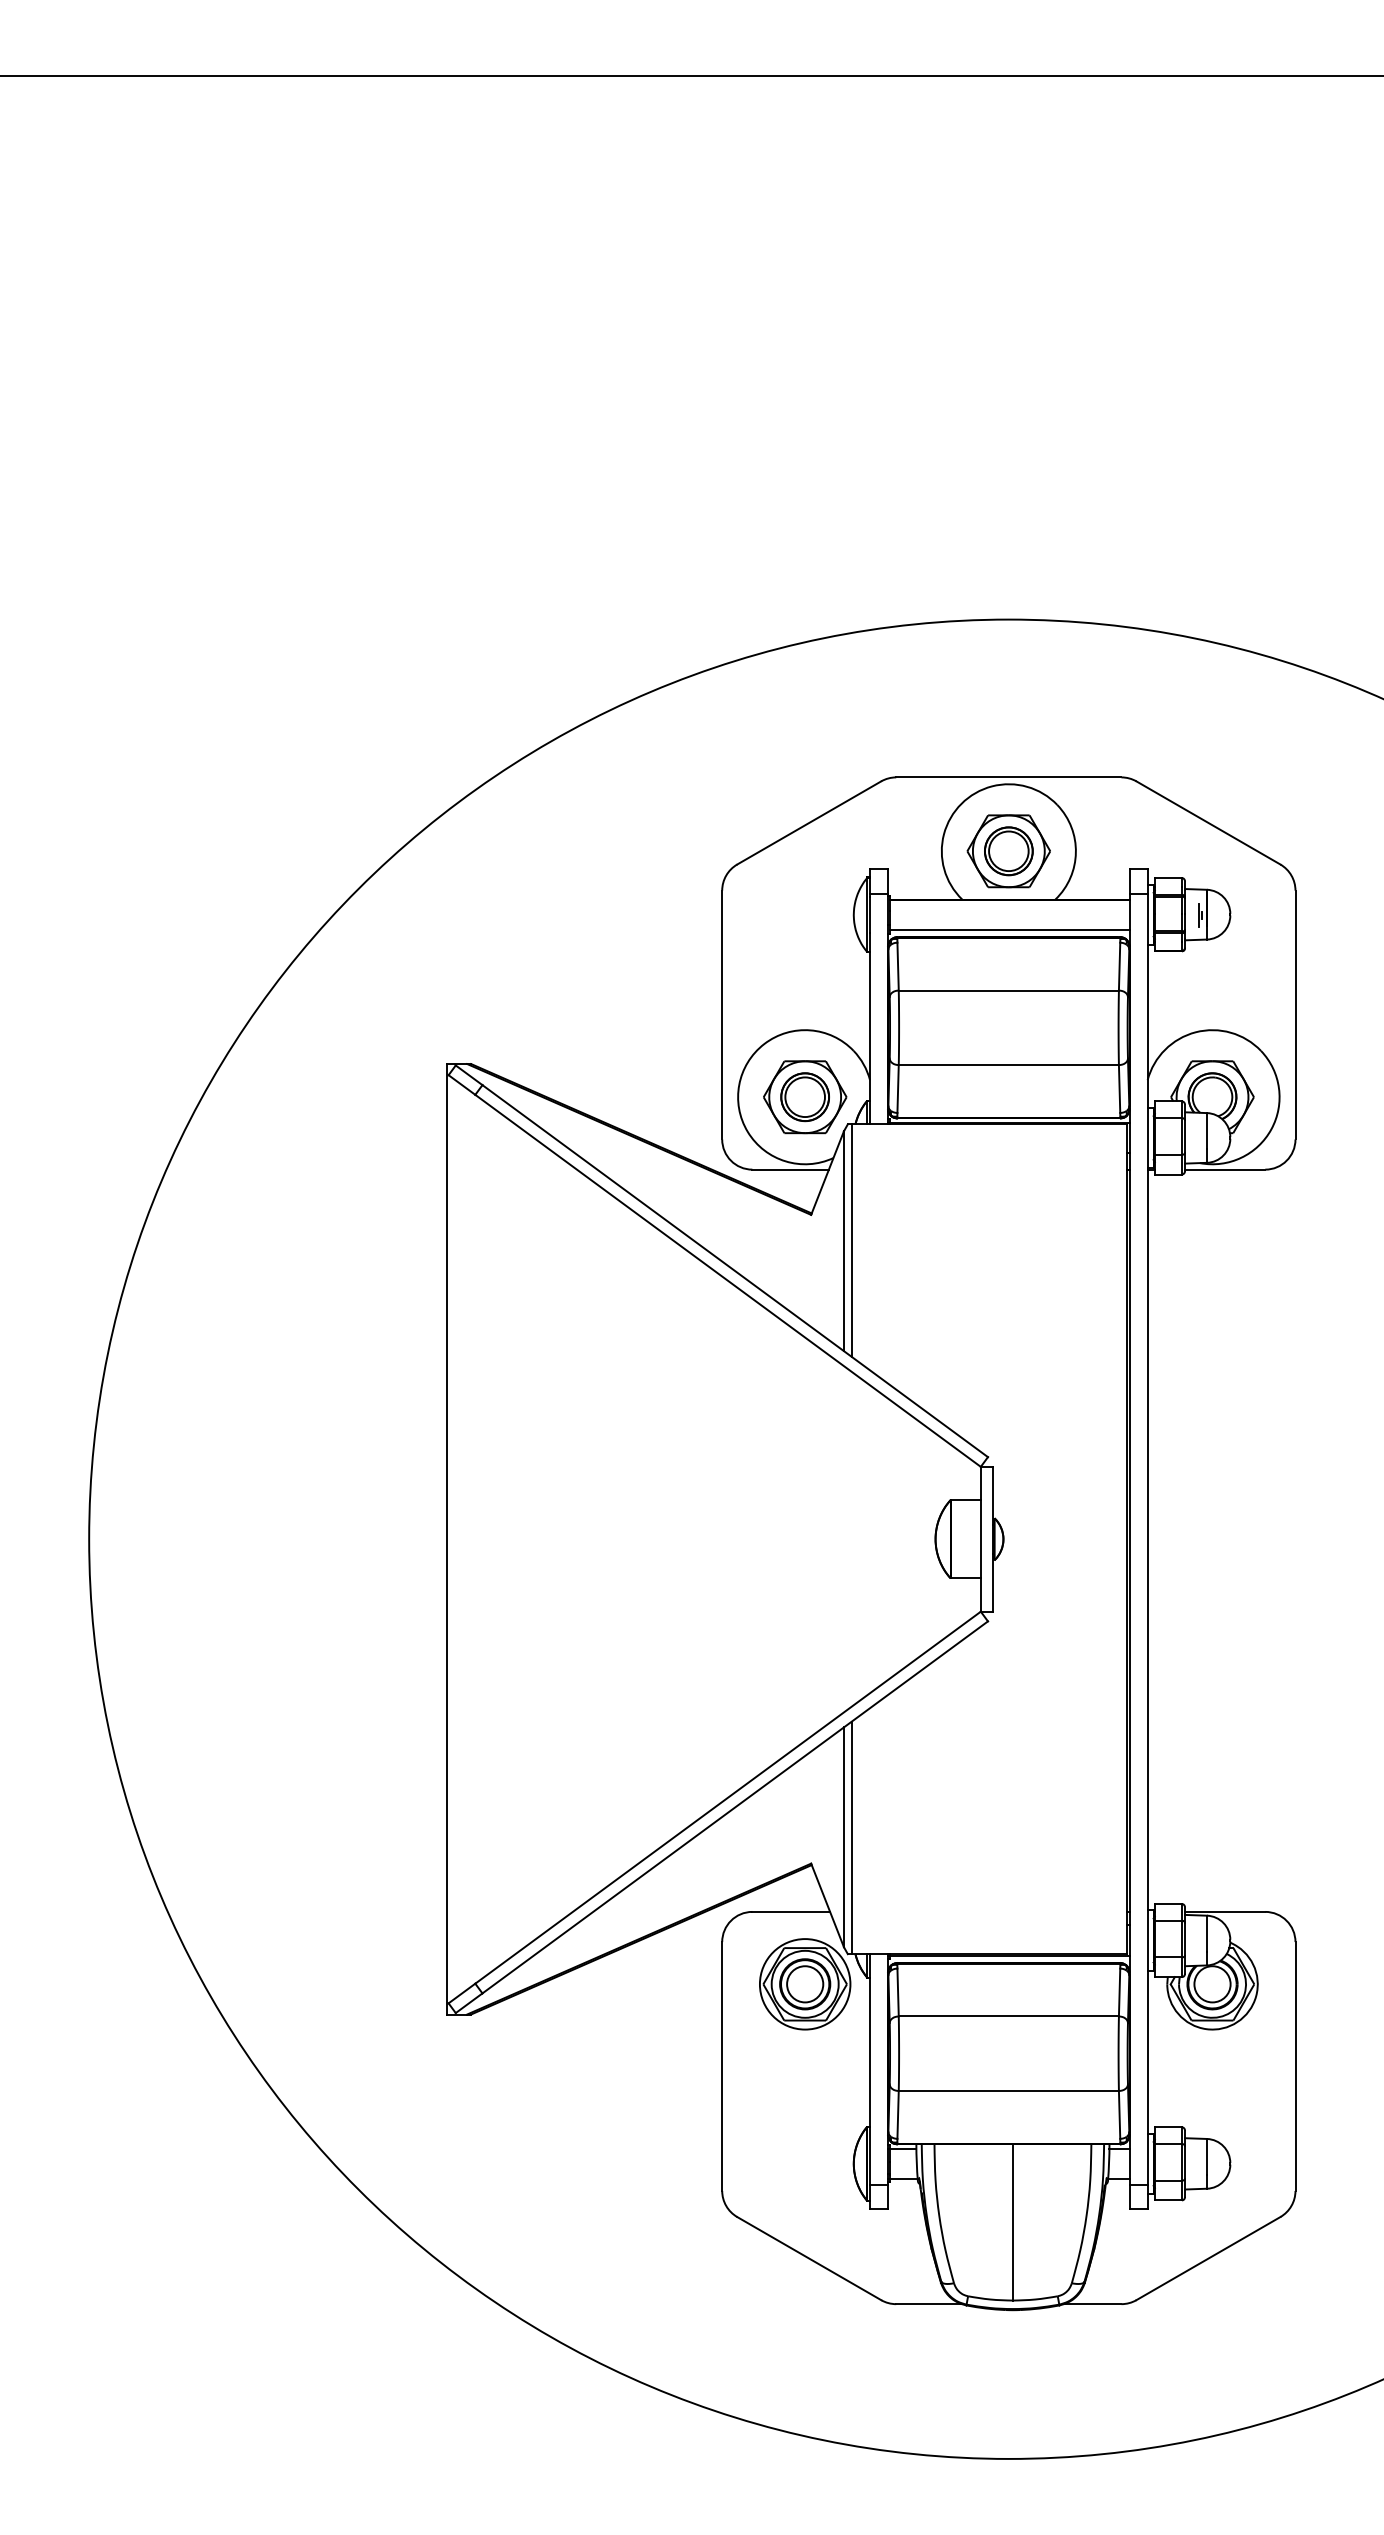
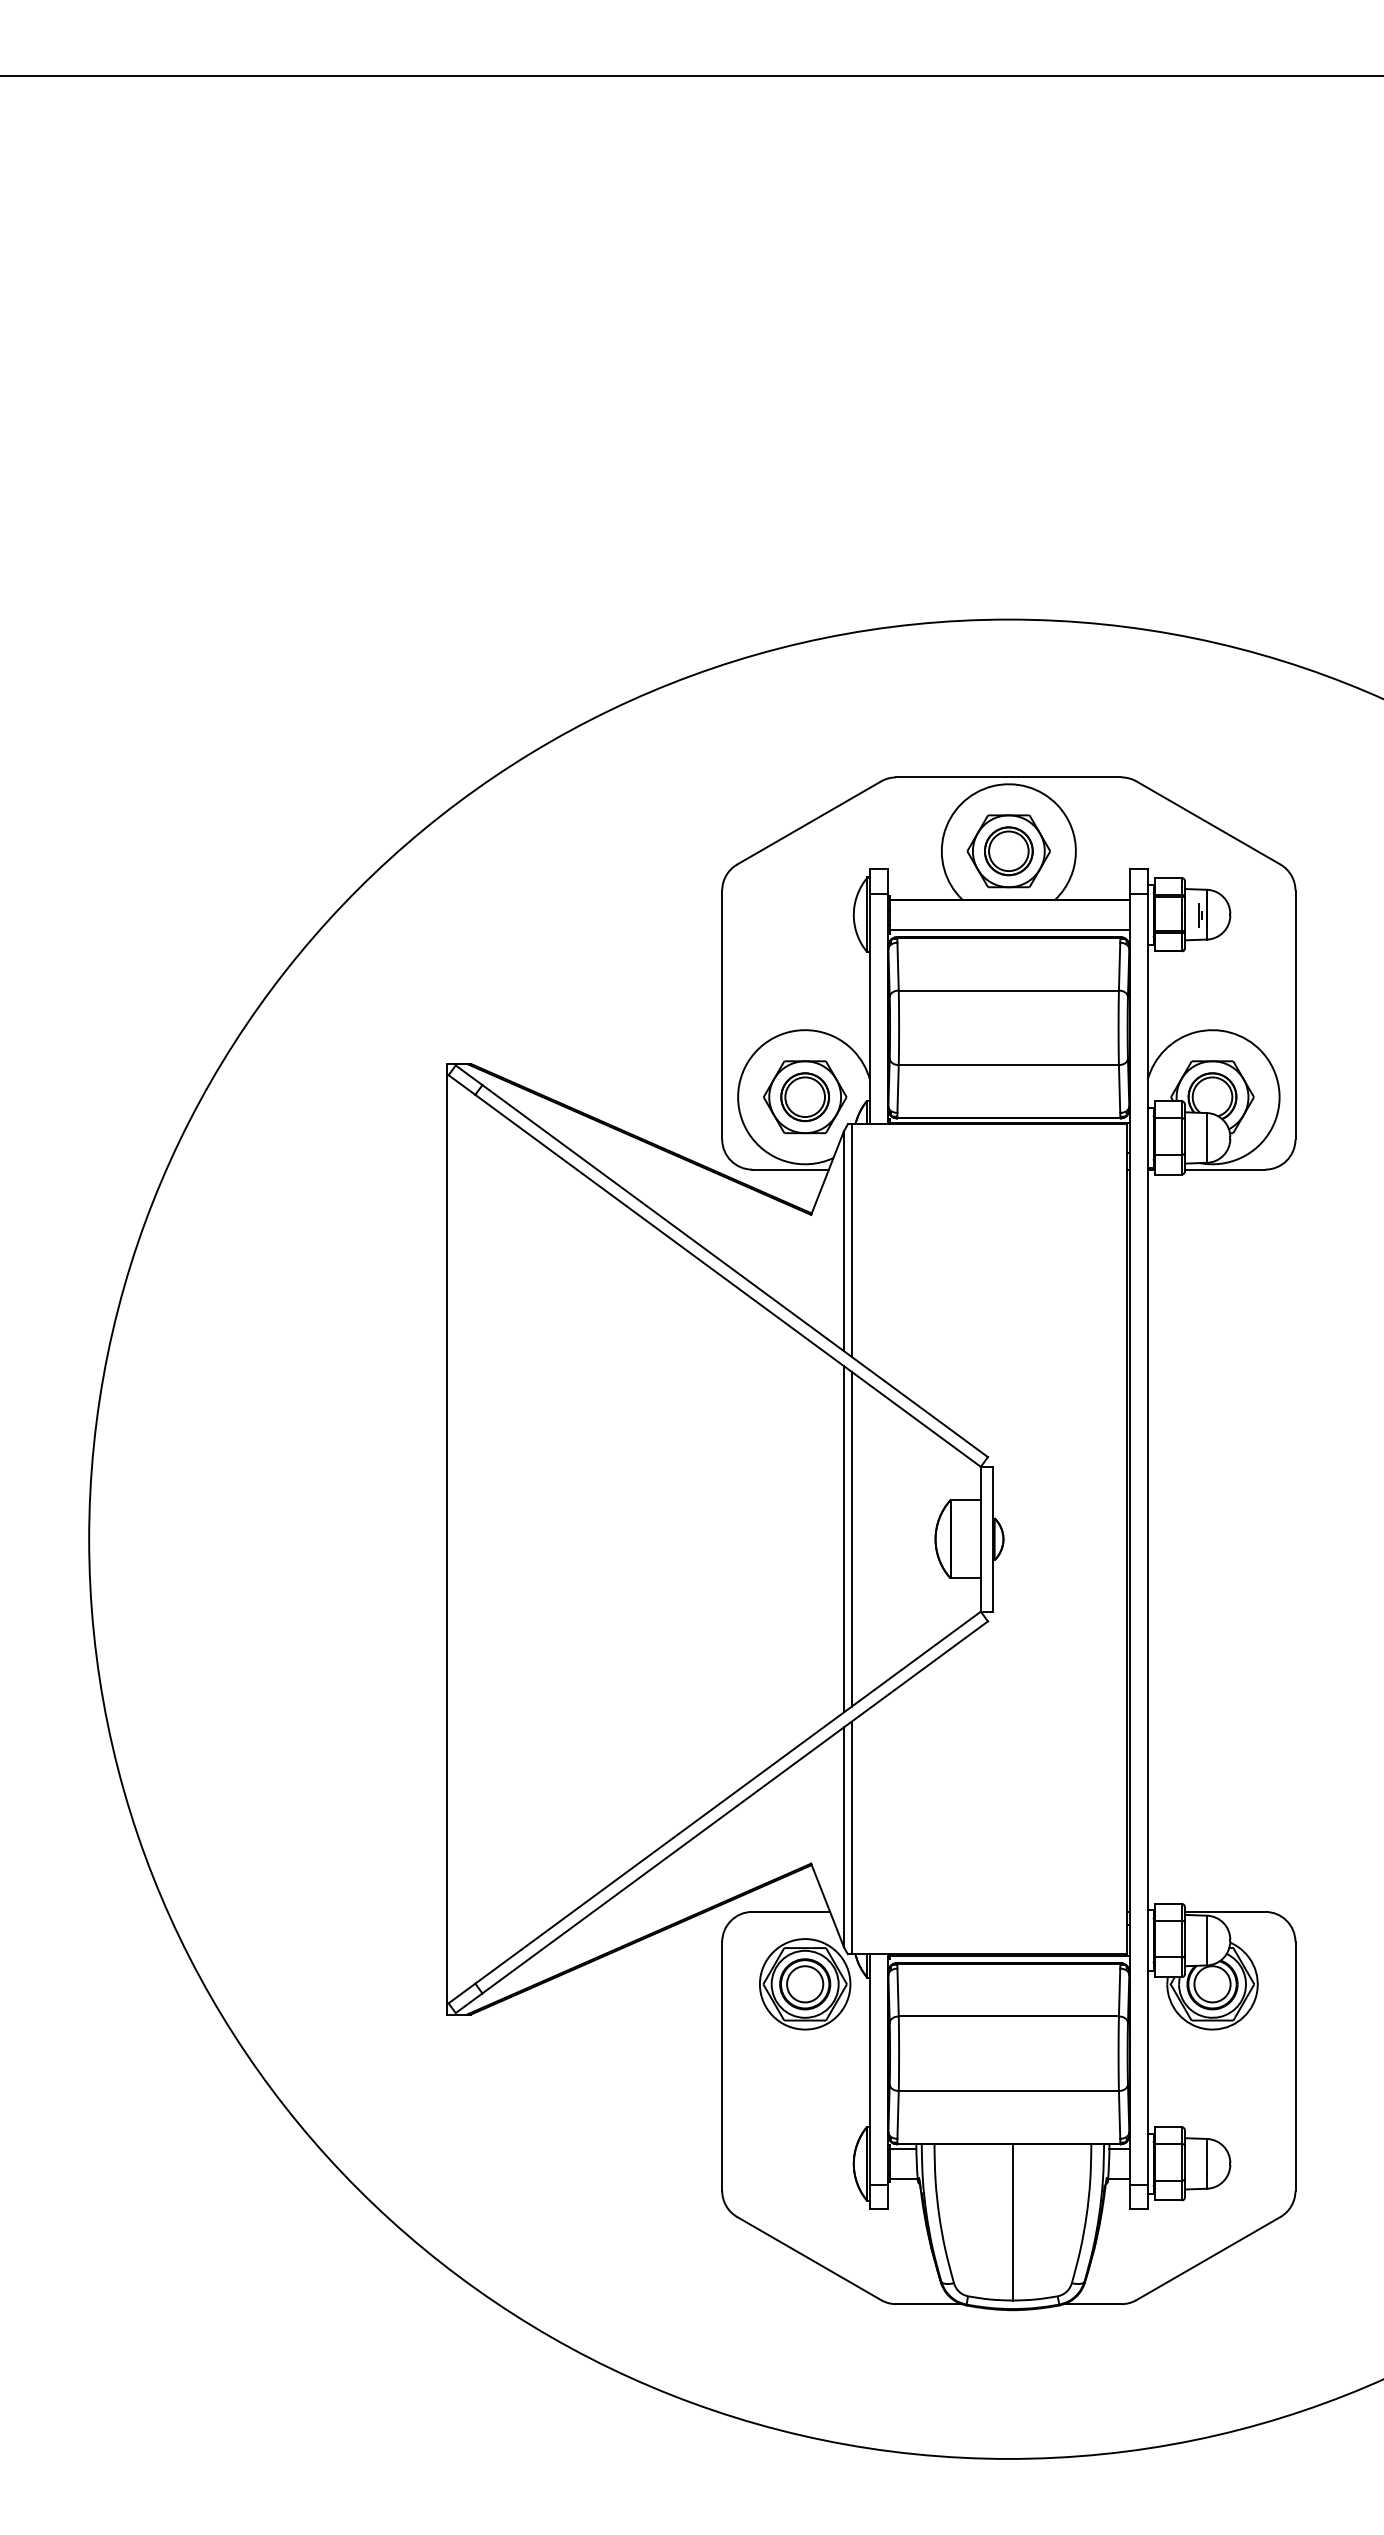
line at (851, 1538): none -> present
line at (843, 1539): none -> present
